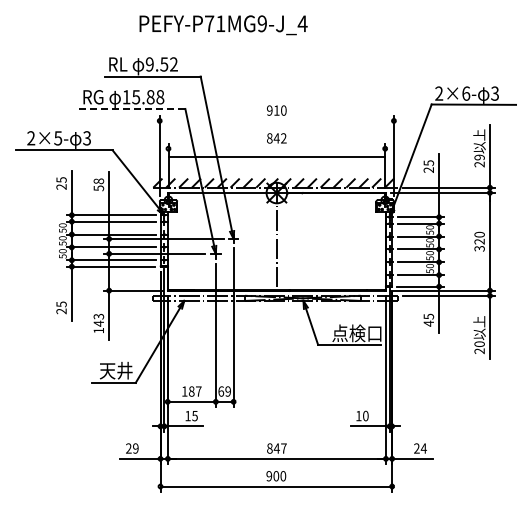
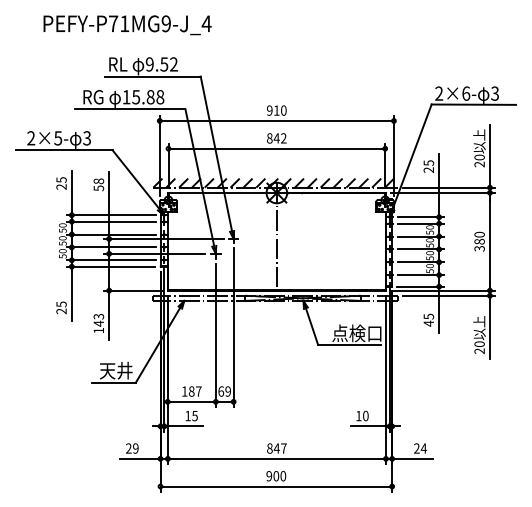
text at (223, 25) position: (223, 25) -> (127, 25)
line at (129, 108): dashed -> solid
line at (276, 120): none -> present
line at (276, 156) position: (276, 156) -> (276, 148)
text at (479, 157): 29 -> 20
text at (479, 241): 320 -> 380
